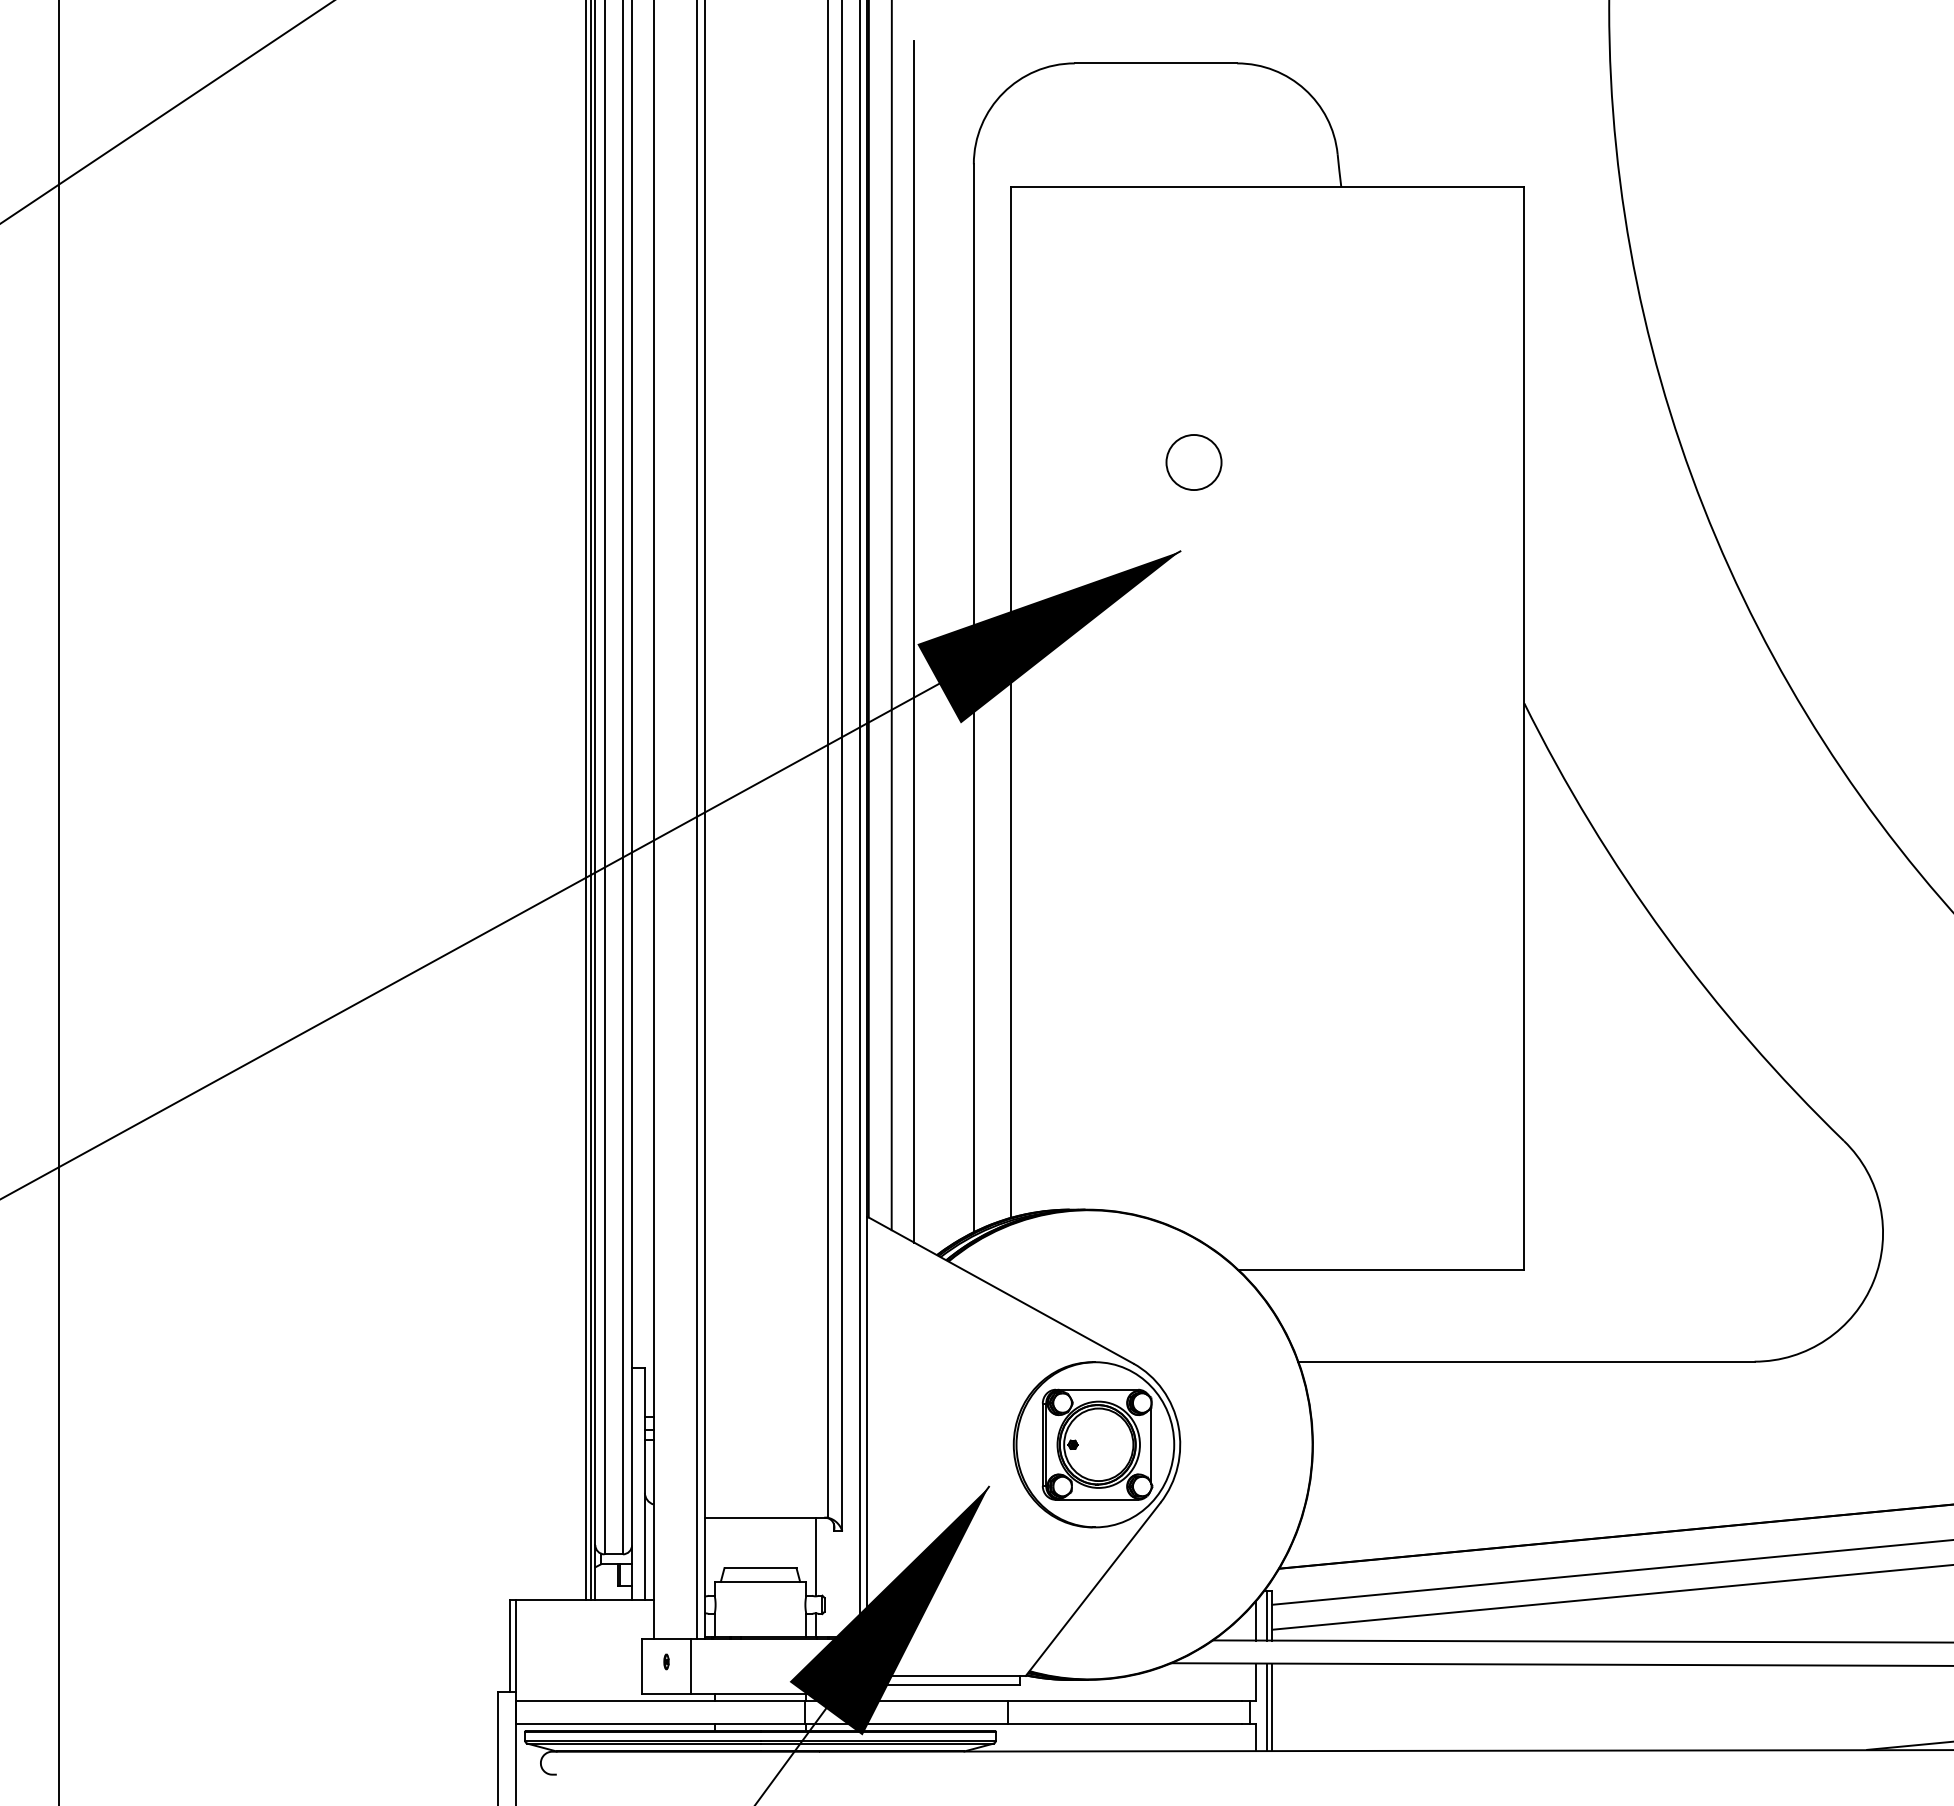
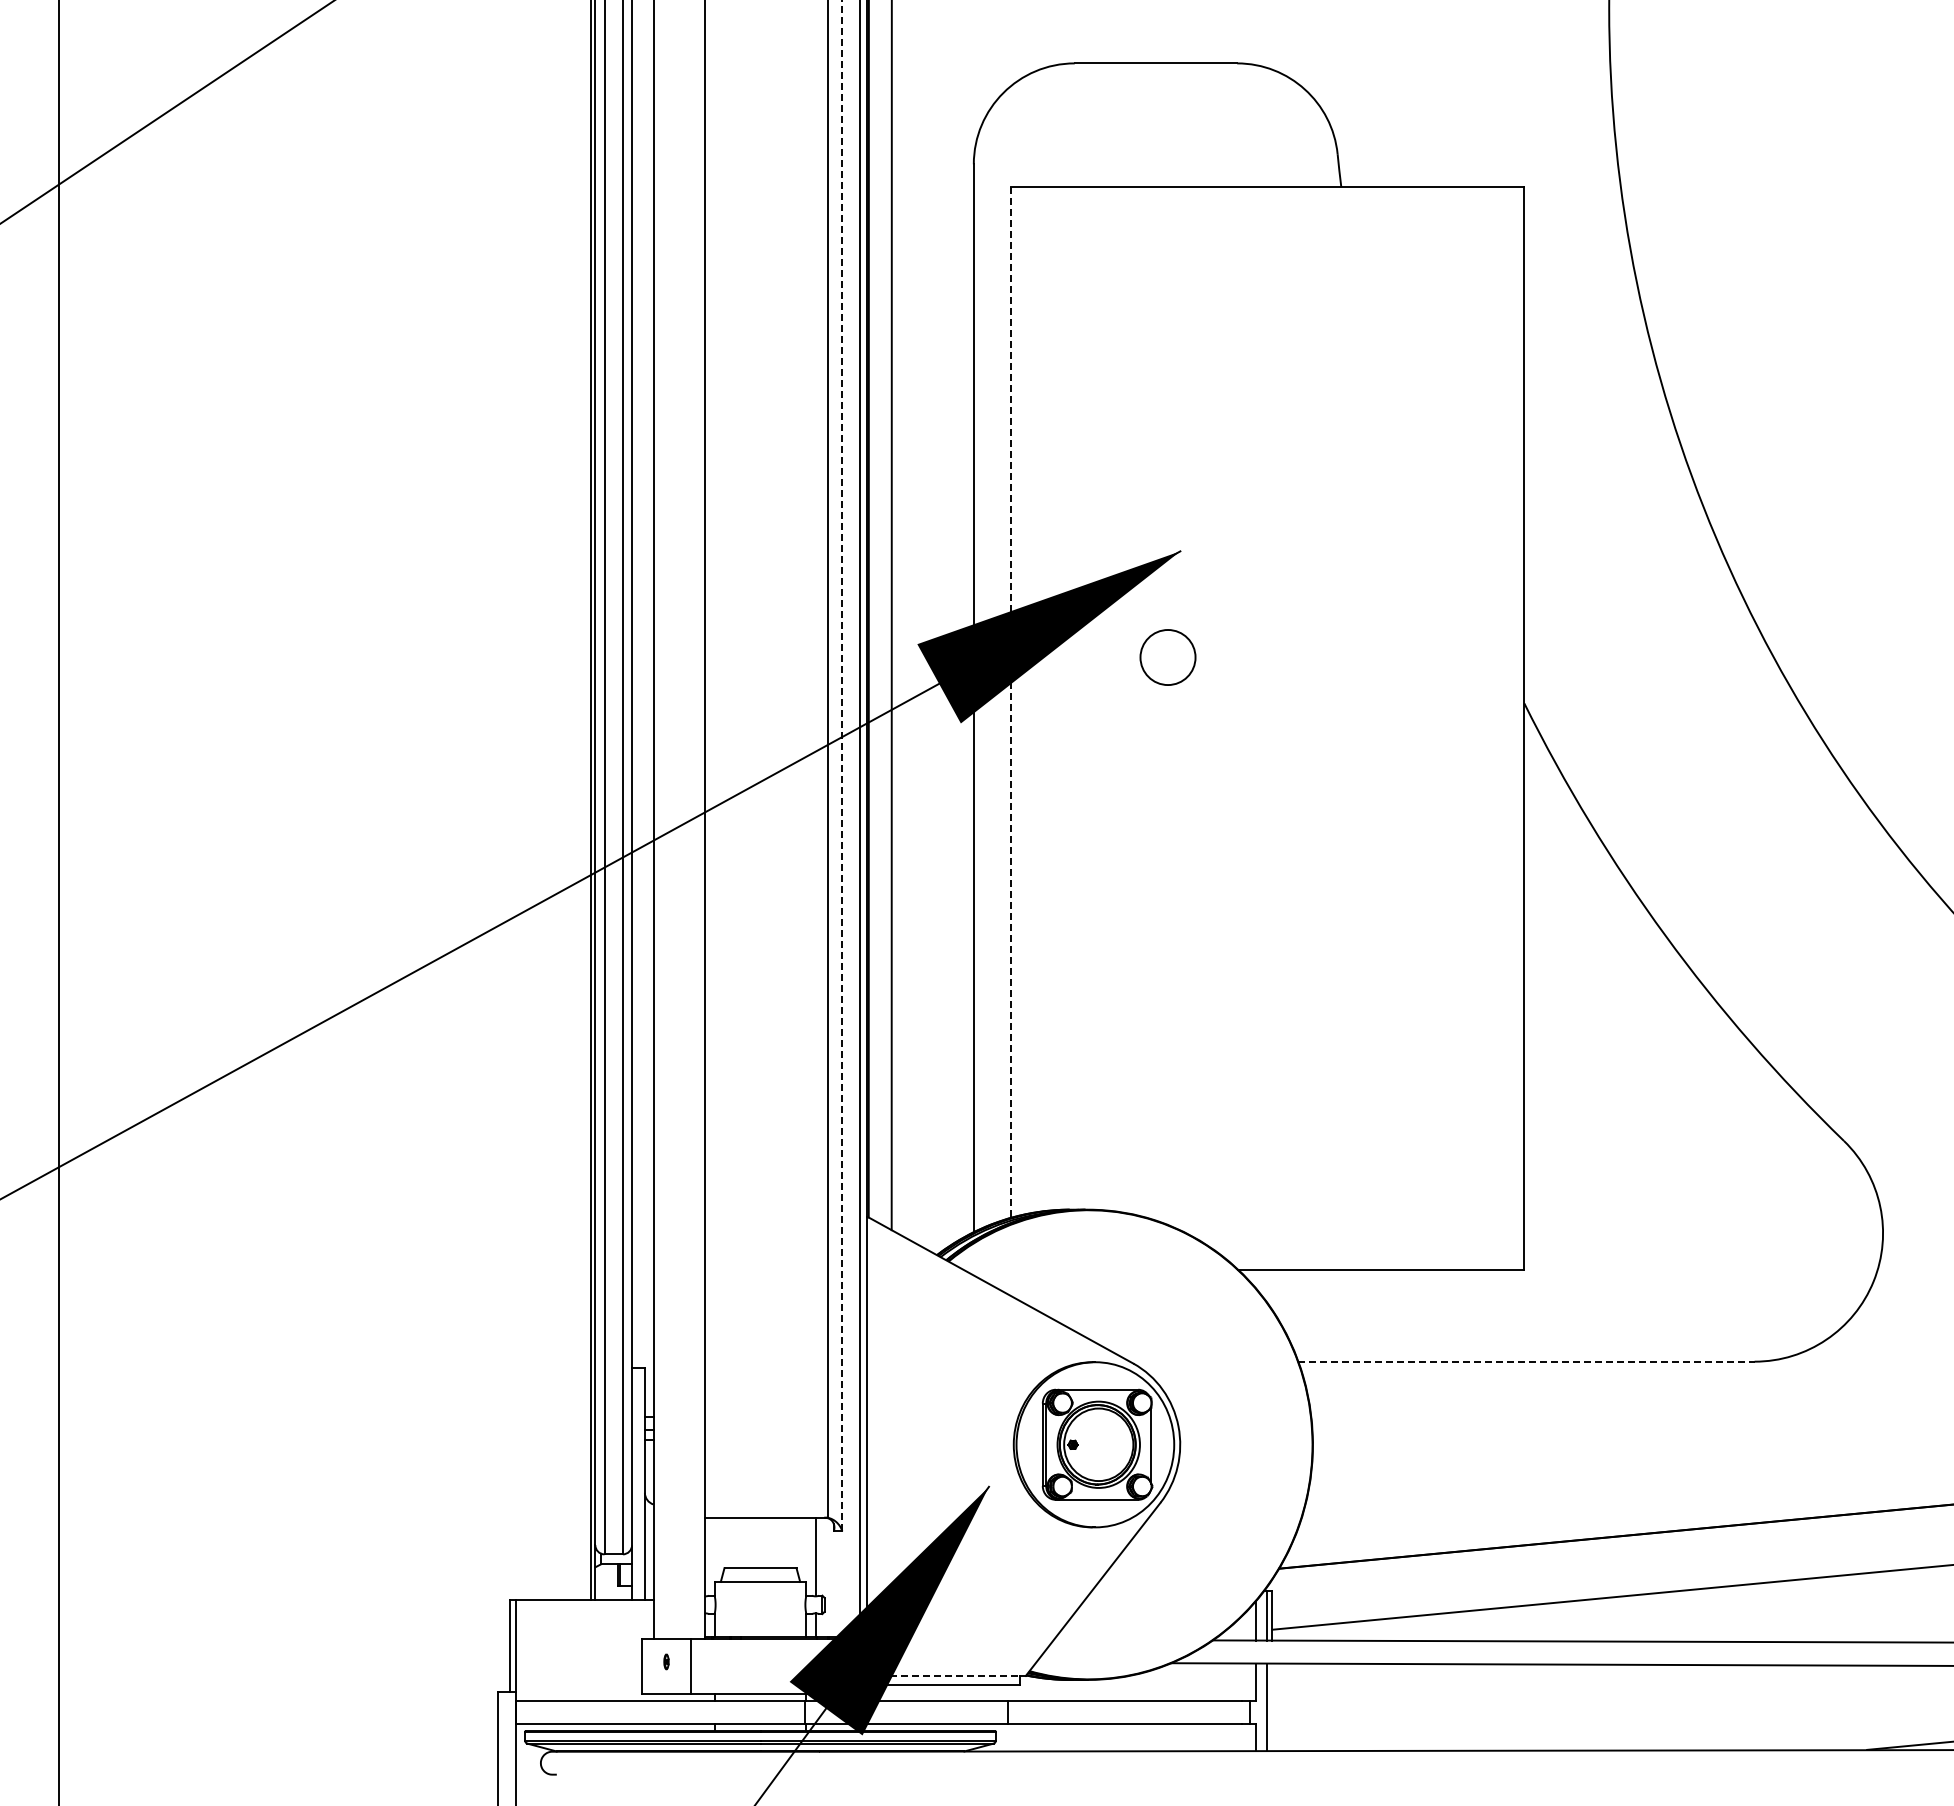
circle at (1193, 462) position: (1193, 462) -> (1167, 657)
line at (914, 641): present -> none
line at (1010, 703): solid -> dashed
line at (842, 765): solid -> dashed
line at (586, 801): present -> none
line at (696, 820): present -> none
line at (1527, 1361): solid -> dashed
line at (1611, 1572): present -> none
line at (949, 1675): solid -> dashed
line at (1272, 1706): present -> none
